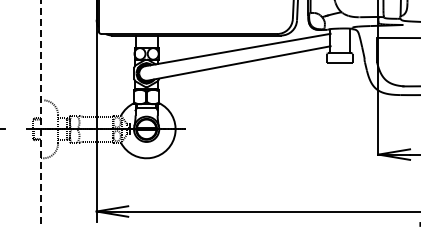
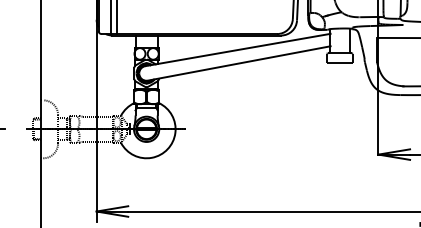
line at (111, 18): none -> present
line at (116, 18): none -> present
line at (41, 113): dashed -> solid
